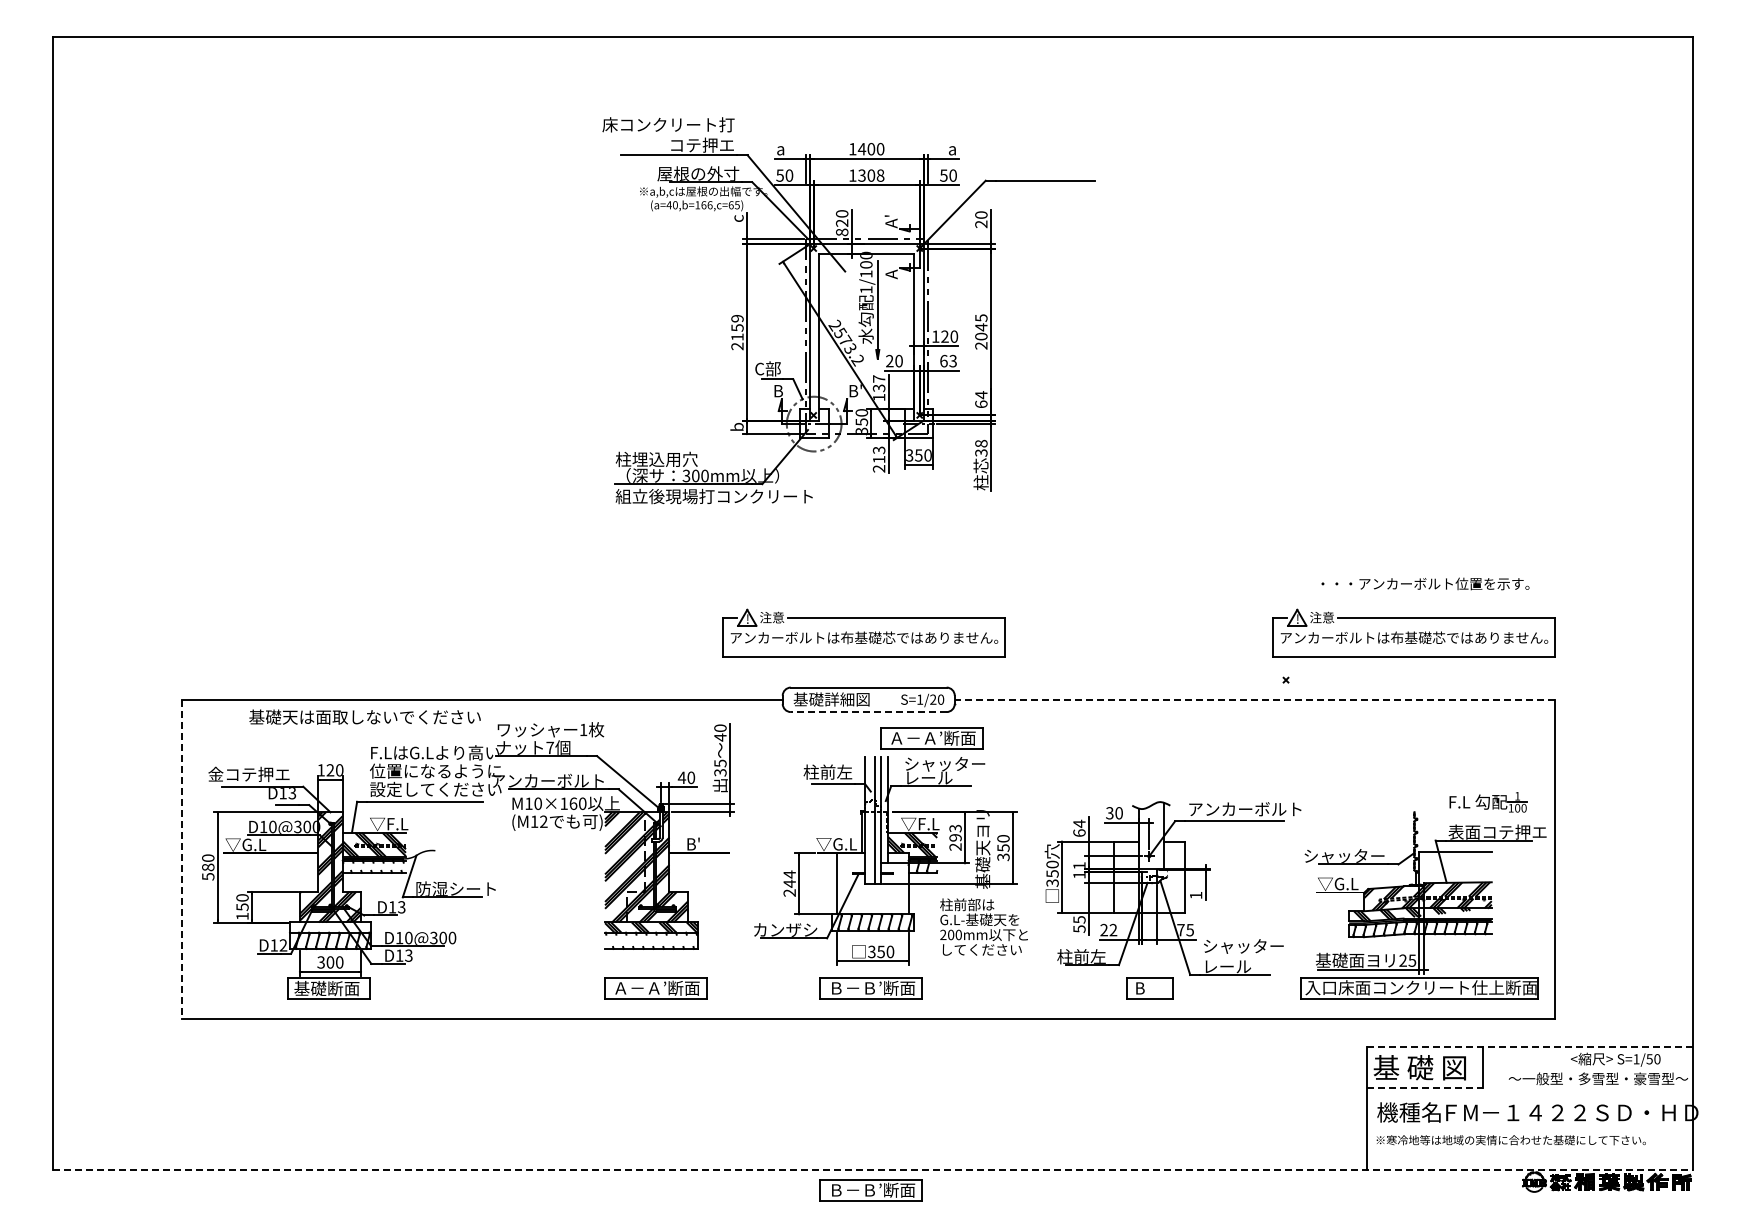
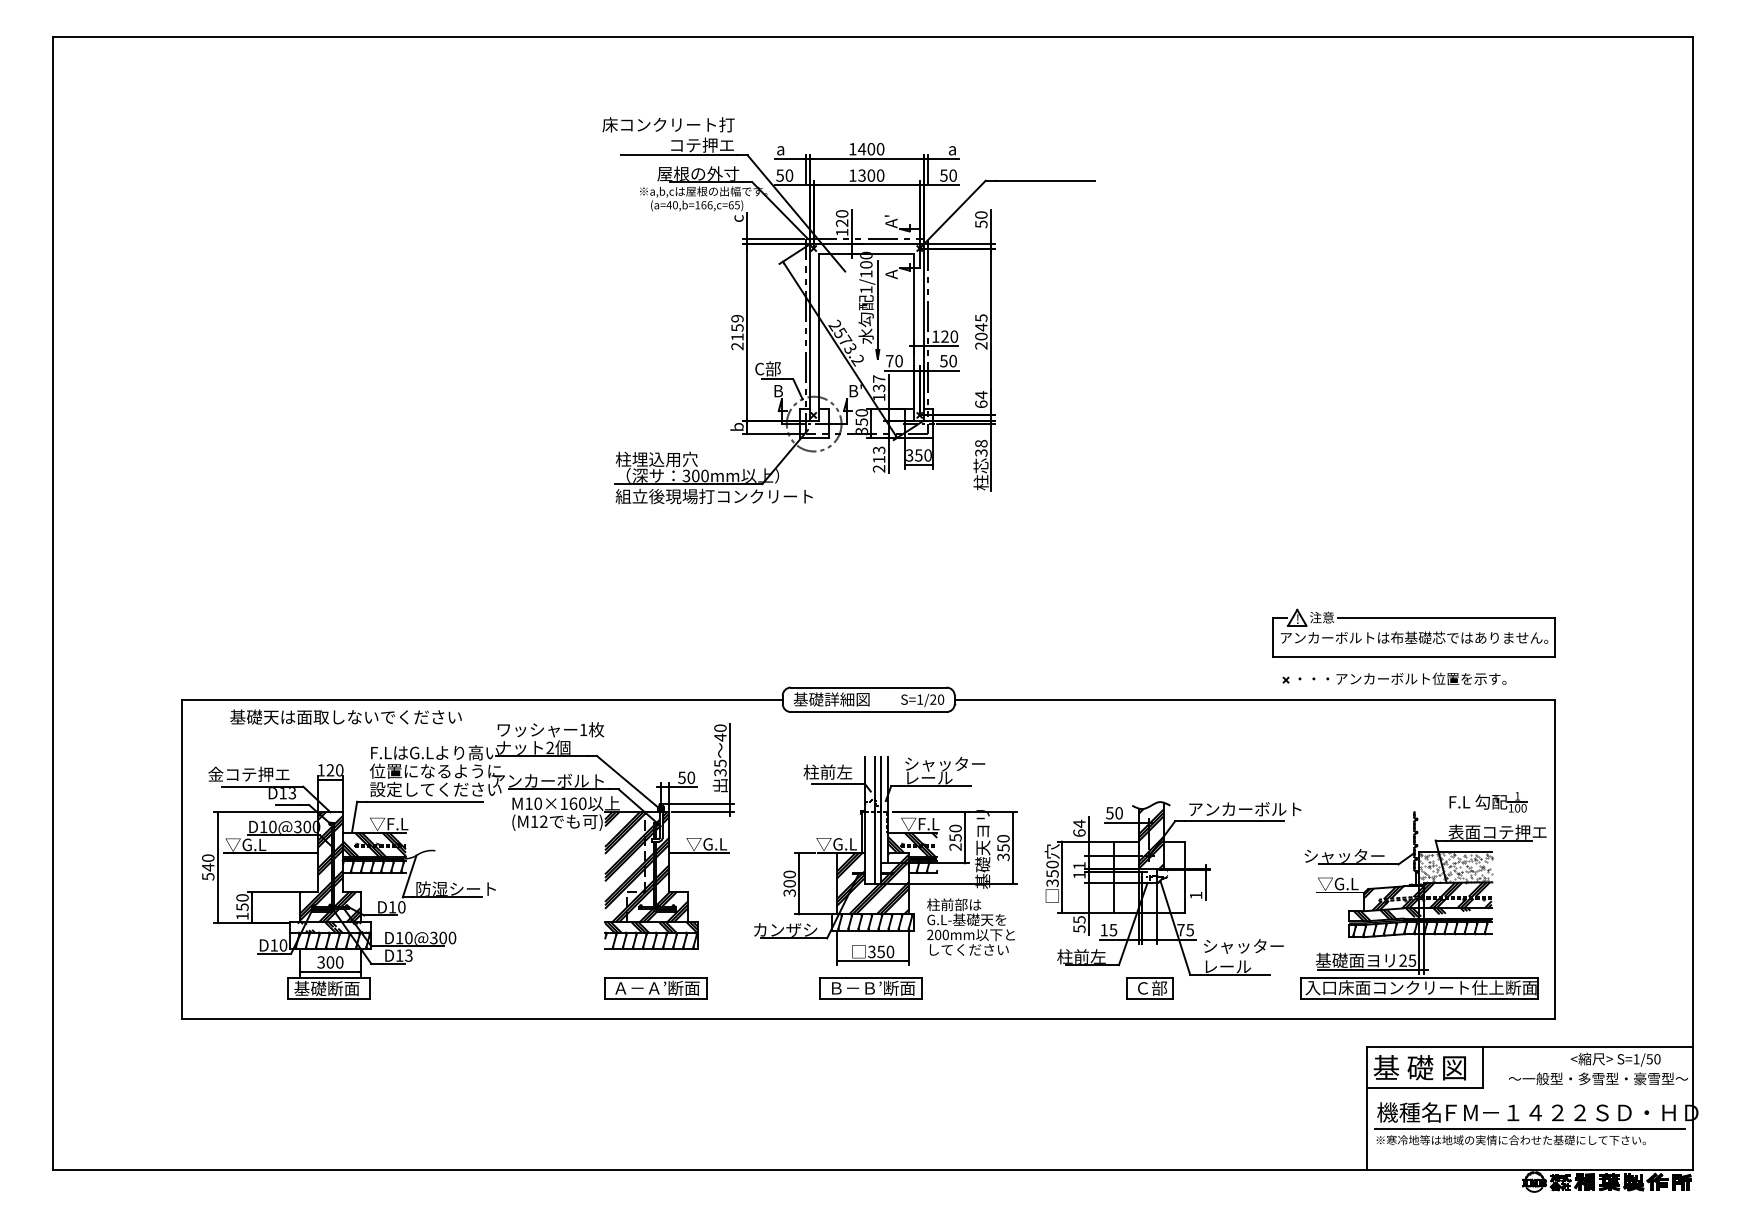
text at (880, 175): 1308 -> 1300
text at (981, 224): 20 -> 50
text at (842, 232): 820 -> 120
text at (889, 360): 20 -> 70
text at (948, 360): 63 -> 50
text at (1425, 583) position: (1425, 583) -> (1402, 678)
part at (863, 632): present -> none
line at (1254, 699): dashed -> solid
line at (868, 712): dashed -> solid
text at (364, 716) position: (364, 716) -> (345, 716)
part at (931, 738): present -> none
text at (549, 747): 7 -> 2
text at (681, 777): 40 -> 50
text at (1109, 812): 30 -> 50
text at (955, 832): 293 -> 250
hatch at (1151, 838): none -> present
text at (706, 844): B' -> ▽G.L
line at (182, 859): dashed -> solid
hatch at (373, 866): none -> present
text at (208, 867): 580 -> 540
hatch at (1455, 868): none -> present
text at (789, 883): 244 -> 300
hatch at (872, 883): none -> present
text at (401, 907): D13 -> D10
text at (983, 926) position: (983, 926) -> (970, 926)
hatch at (333, 927): none -> present
text at (1108, 929): 22 -> 15
hatch at (651, 940): none -> present
text at (283, 945): D12 -> D10
text at (1151, 987): B -> Ｃ部
line at (1530, 1047): dashed -> solid
line at (1425, 1088): dashed -> solid
line at (1529, 1128): none -> present
line at (873, 1169): dashed -> solid
part at (870, 1190): present -> none
